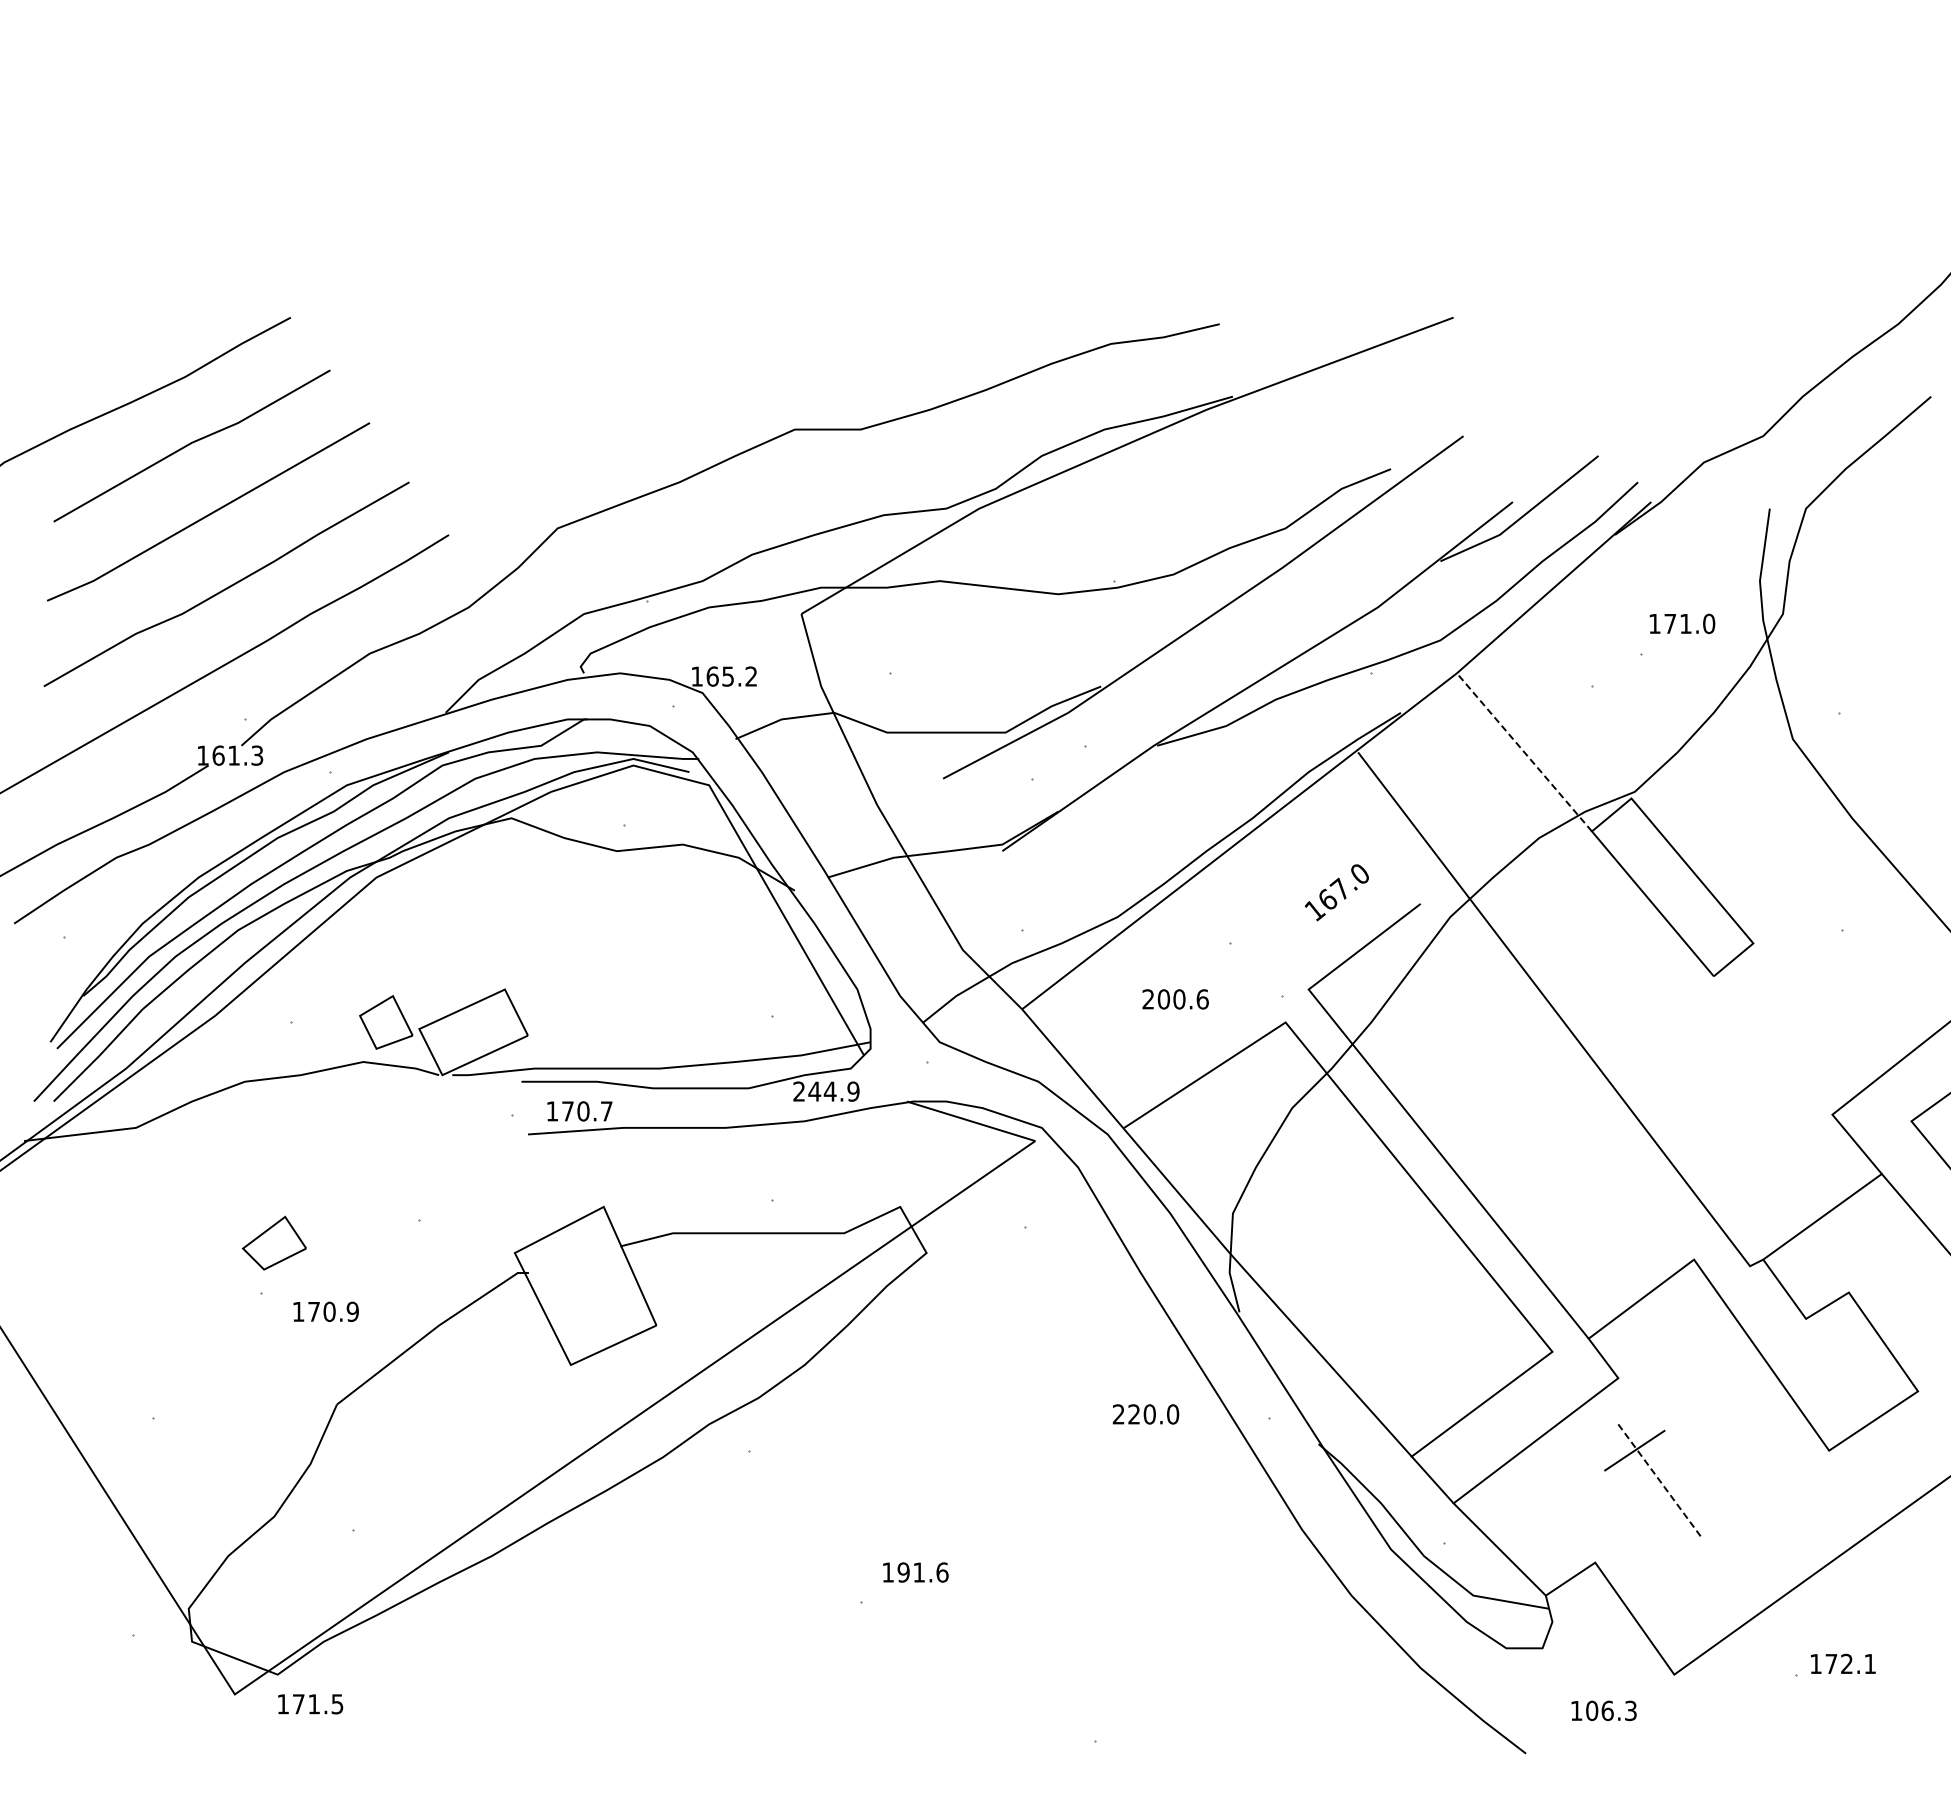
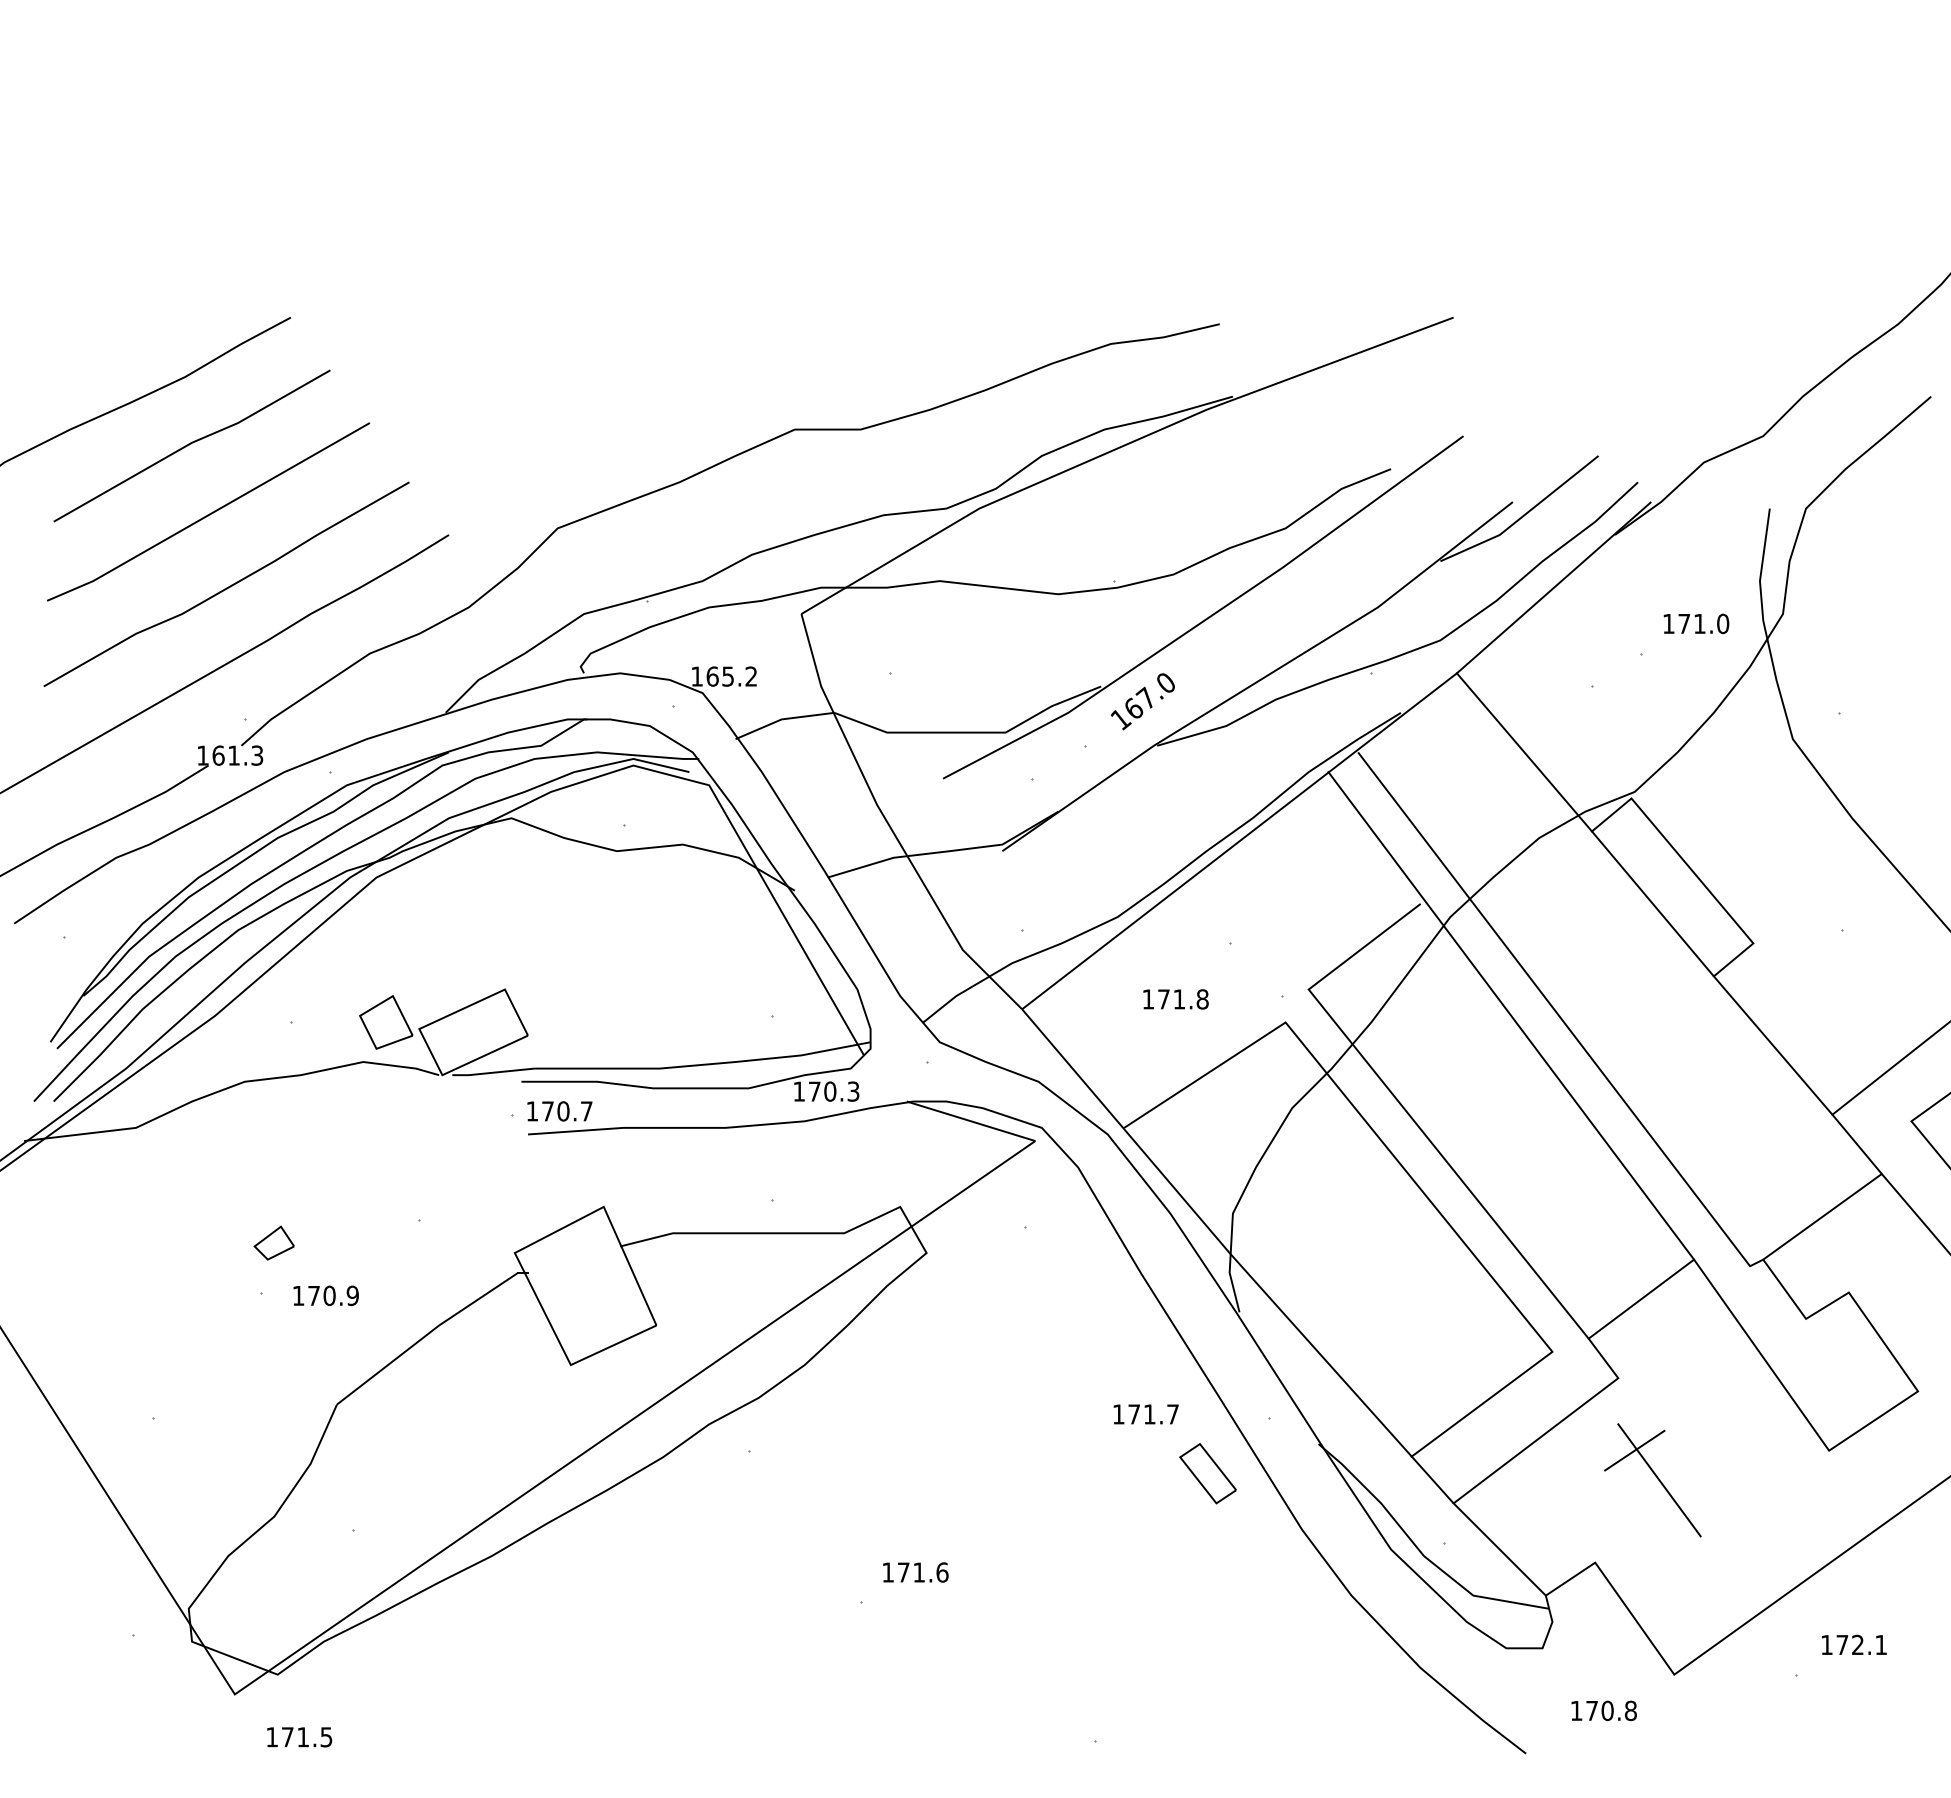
text at (1682, 623) position: (1682, 623) -> (1696, 623)
line at (1524, 752): dashed -> solid
text at (1336, 892) position: (1336, 892) -> (1142, 701)
text at (1175, 999): 200.6 -> 171.8
line at (1511, 1015): none -> present
line at (1772, 1045): none -> present
text at (826, 1091): 244.9 -> 170.3
text at (579, 1111) position: (579, 1111) -> (559, 1111)
part at (273, 1242) size: 66x56 px -> 42x36 px
text at (325, 1311) position: (325, 1311) -> (325, 1295)
text at (1145, 1414): 220.0 -> 171.7
part at (1207, 1473): none -> present
line at (1659, 1480): dashed -> solid
text at (903, 1572): 191.6 -> 171.6
text at (1843, 1663) position: (1843, 1663) -> (1854, 1644)
text at (310, 1704) position: (310, 1704) -> (299, 1737)
text at (1611, 1710): 106.3 -> 170.8
